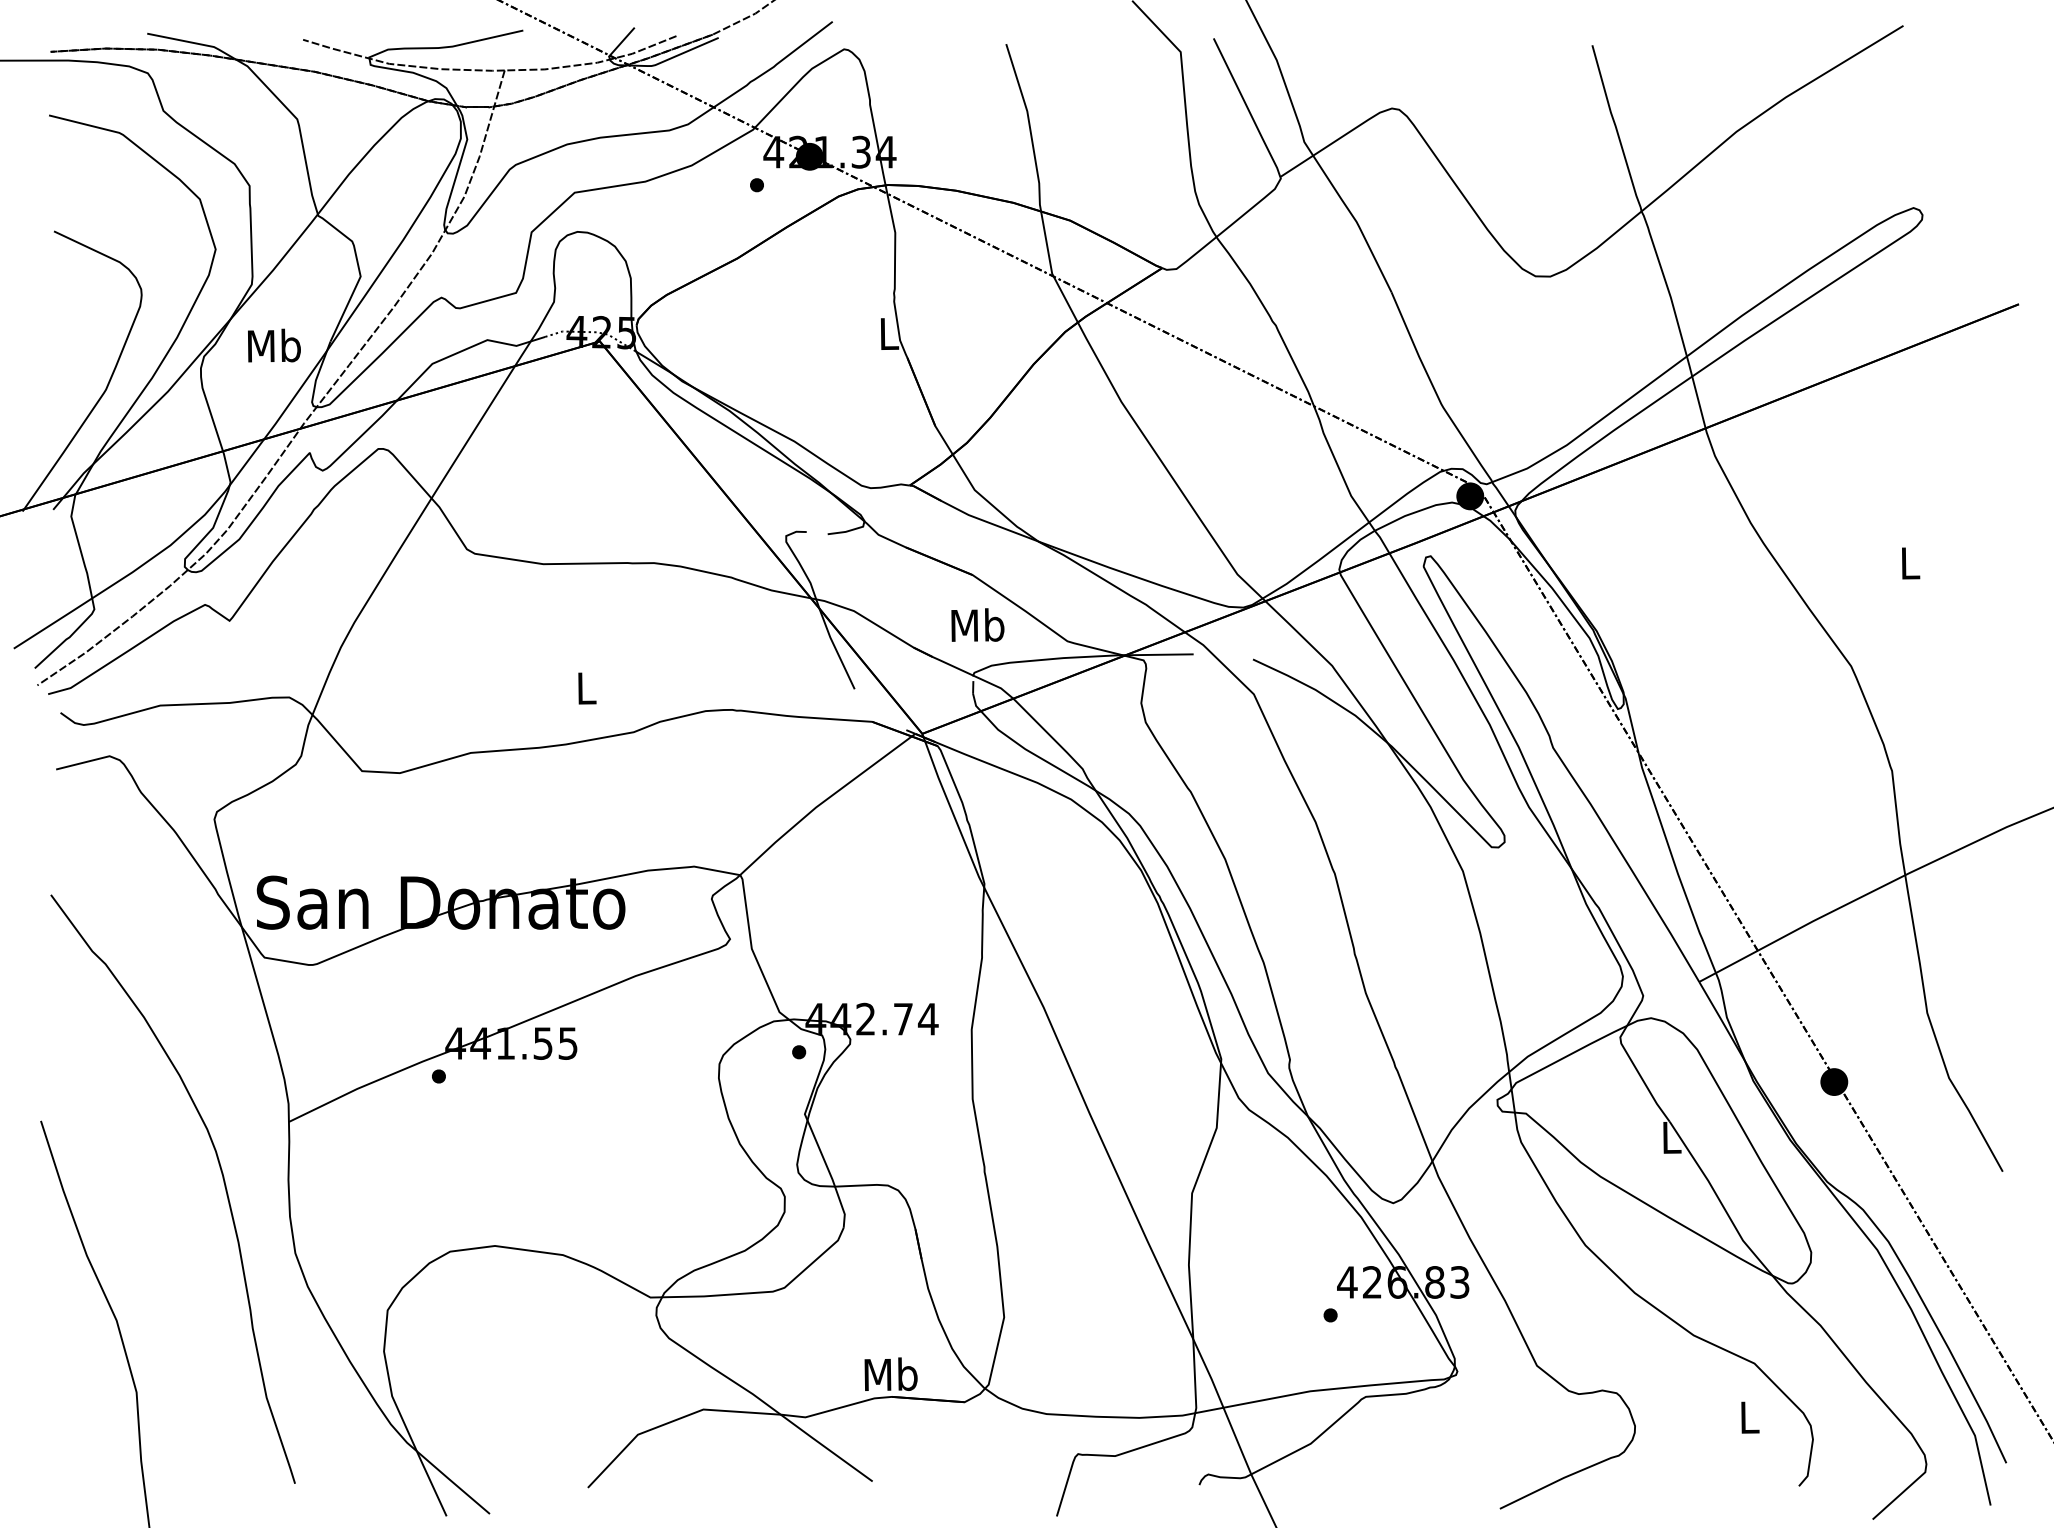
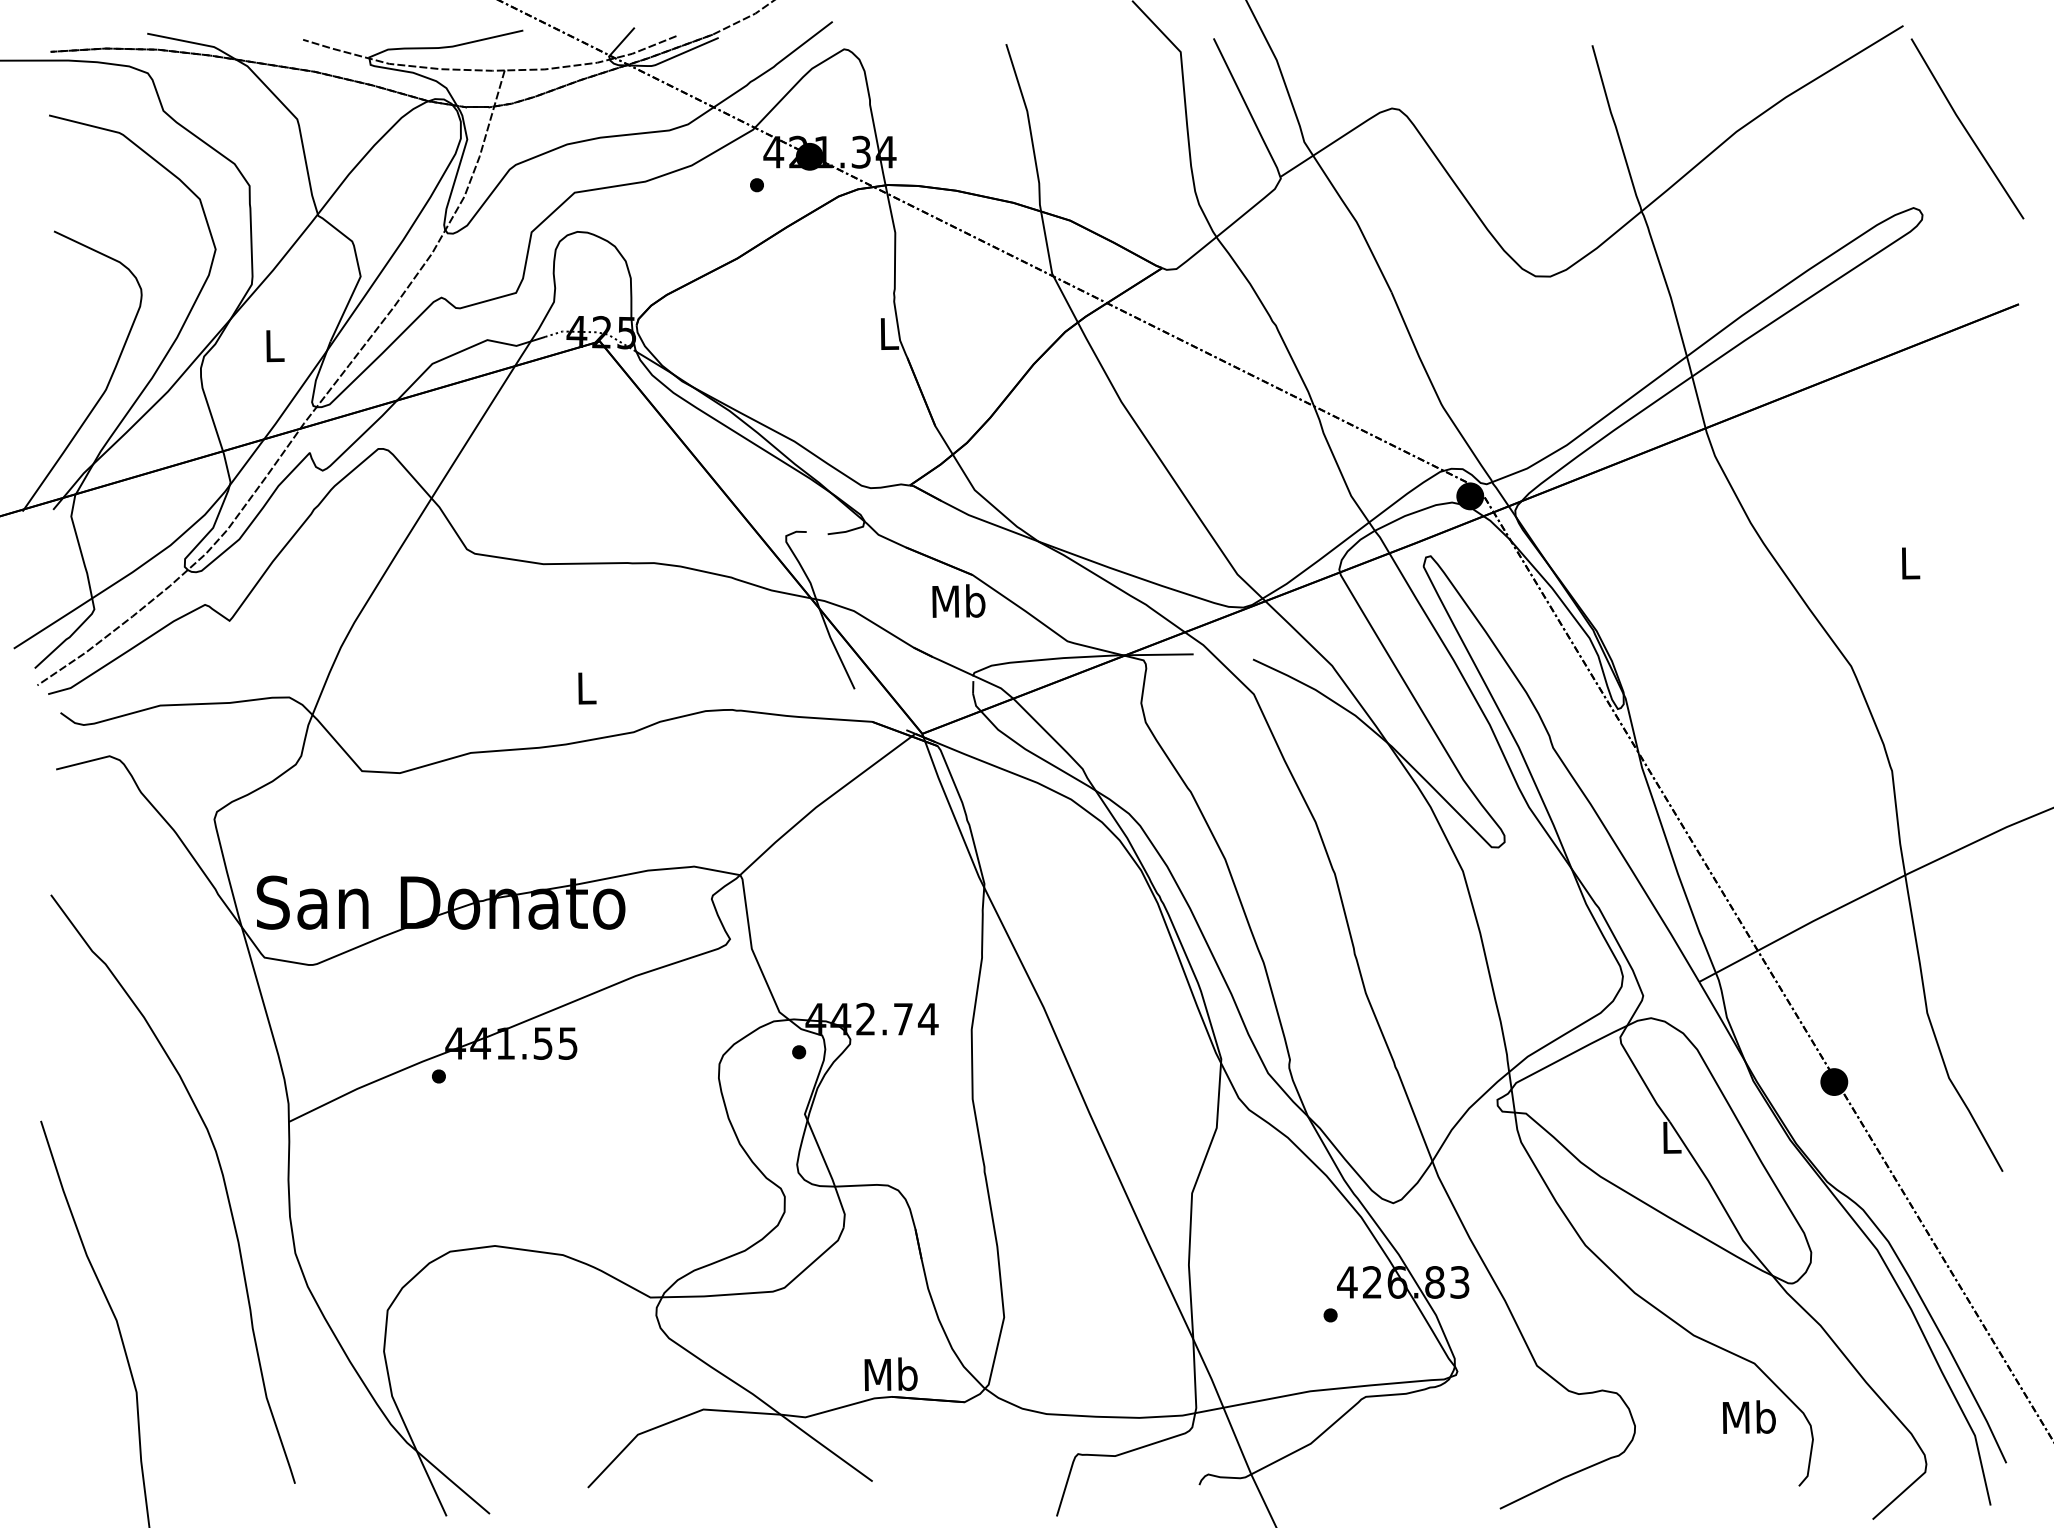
line at (1966, 128): none -> present
text at (274, 345): Mb -> L
text at (977, 624) position: (977, 624) -> (958, 600)
text at (1748, 1416): L -> Mb
